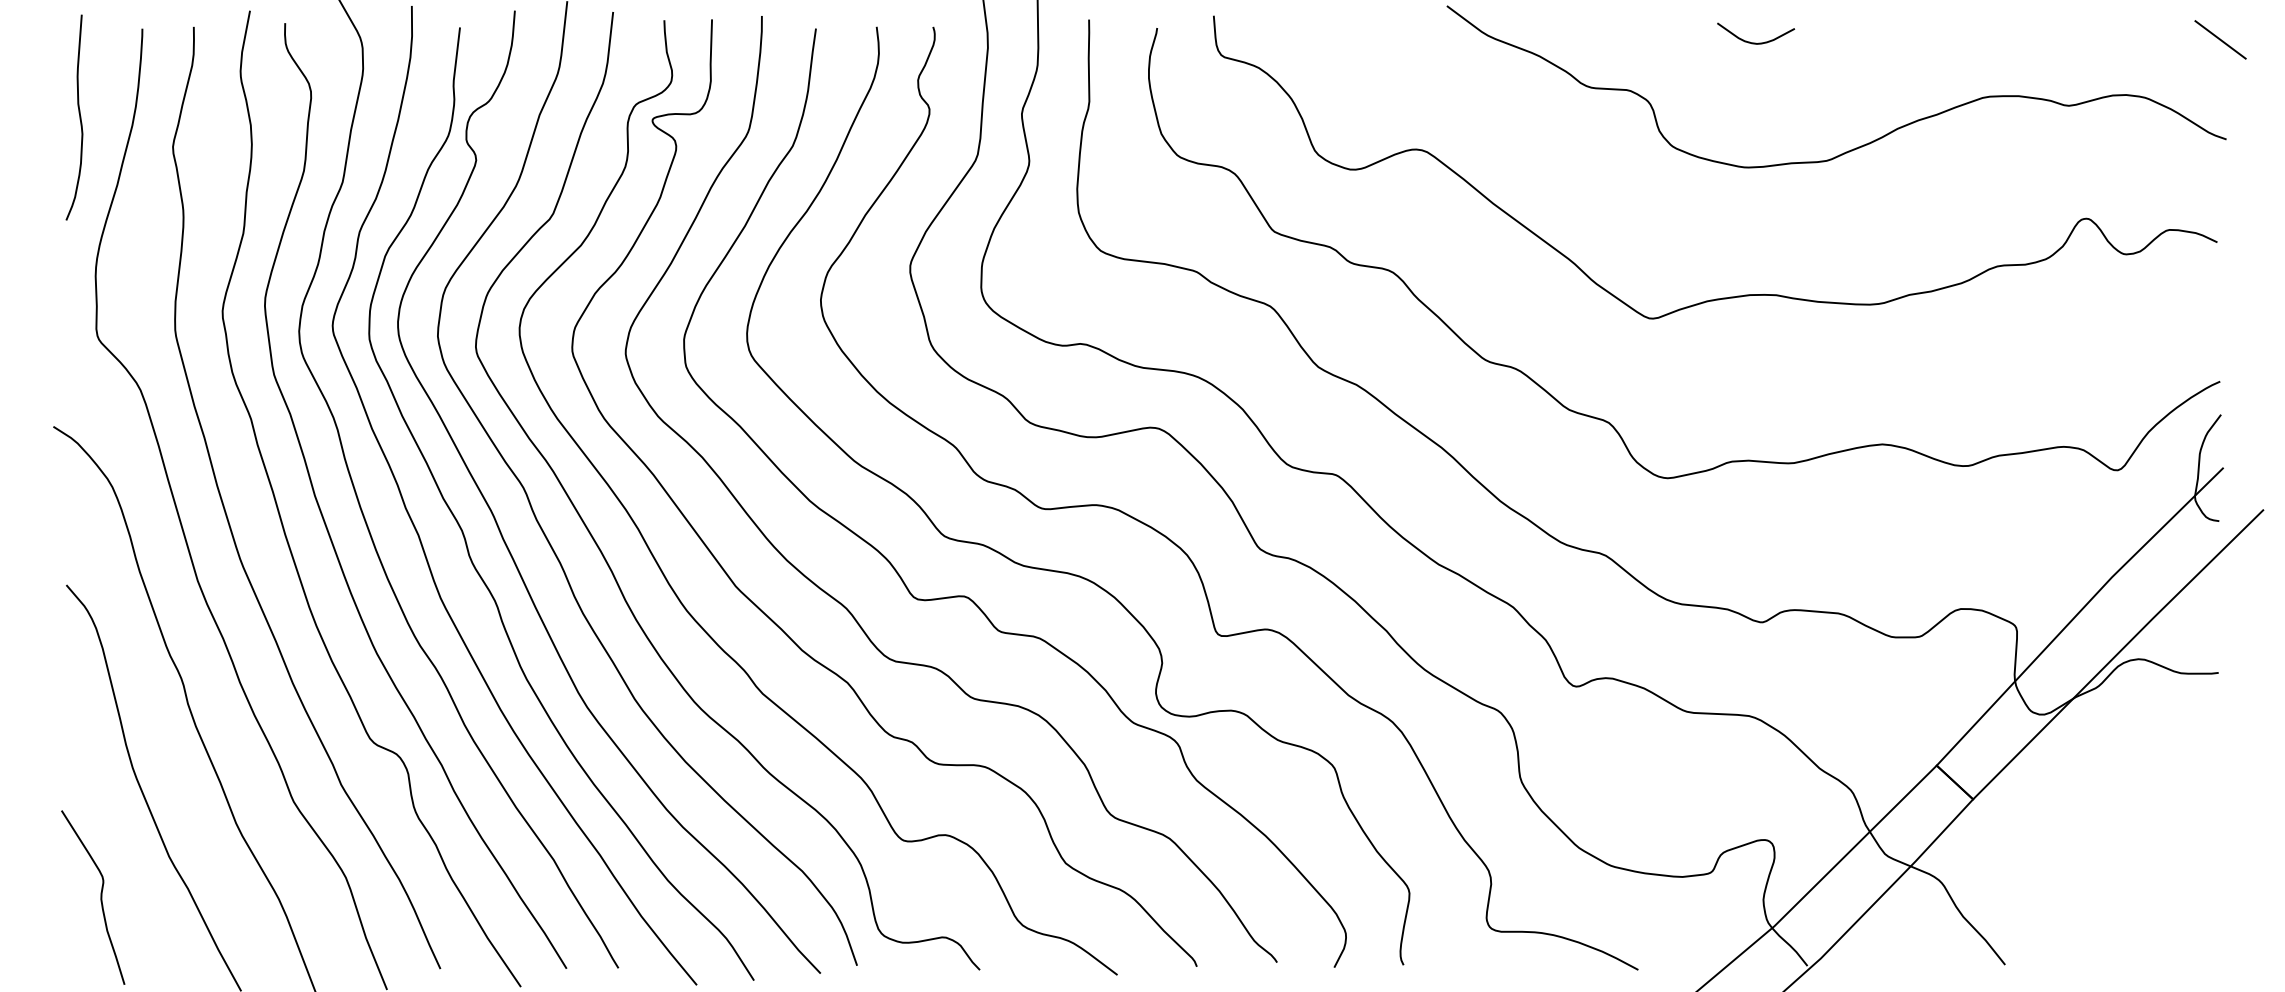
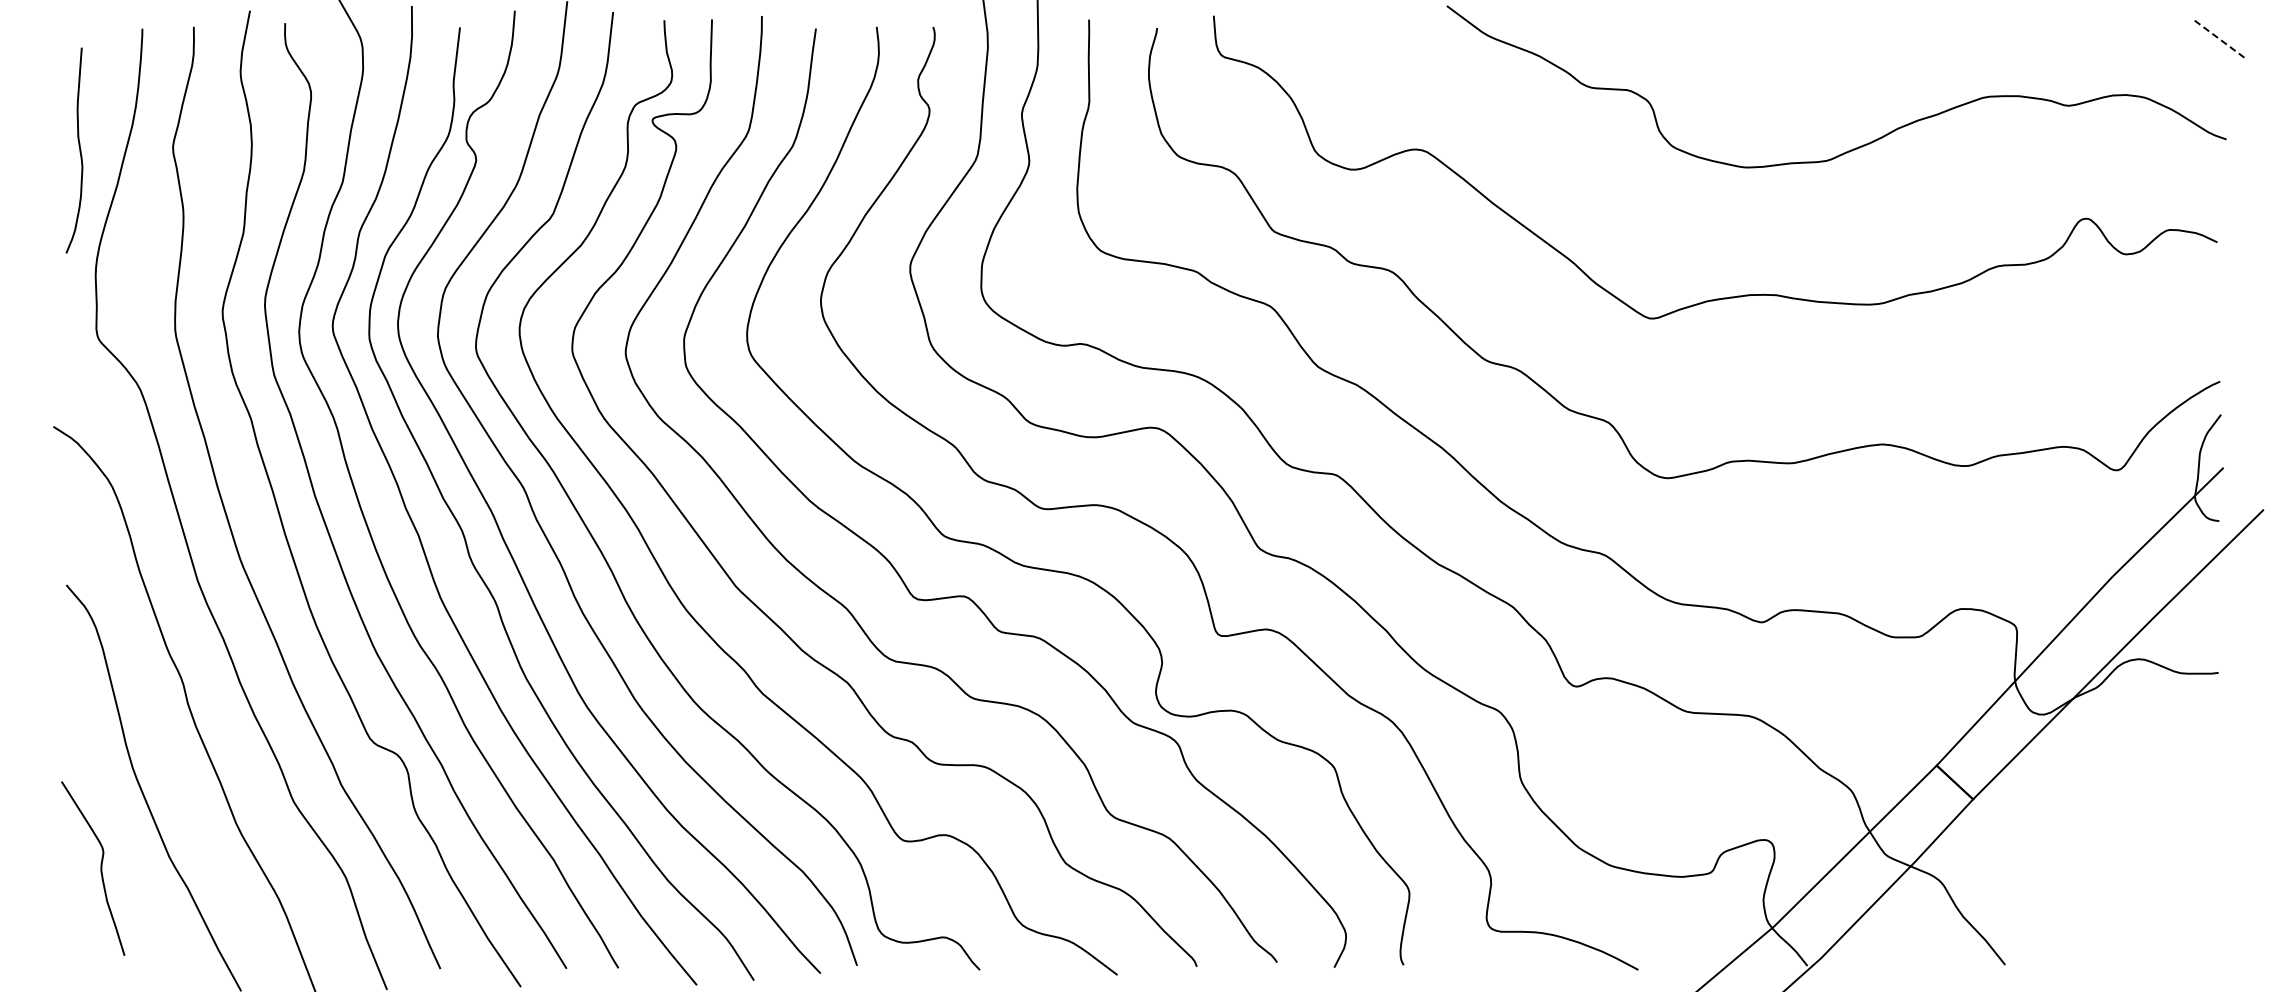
line at (2220, 40): solid -> dashed
curve at (1755, 42): present -> none
curve at (79, 117) position: (79, 117) -> (79, 150)
curve at (100, 897) position: (100, 897) -> (100, 868)
